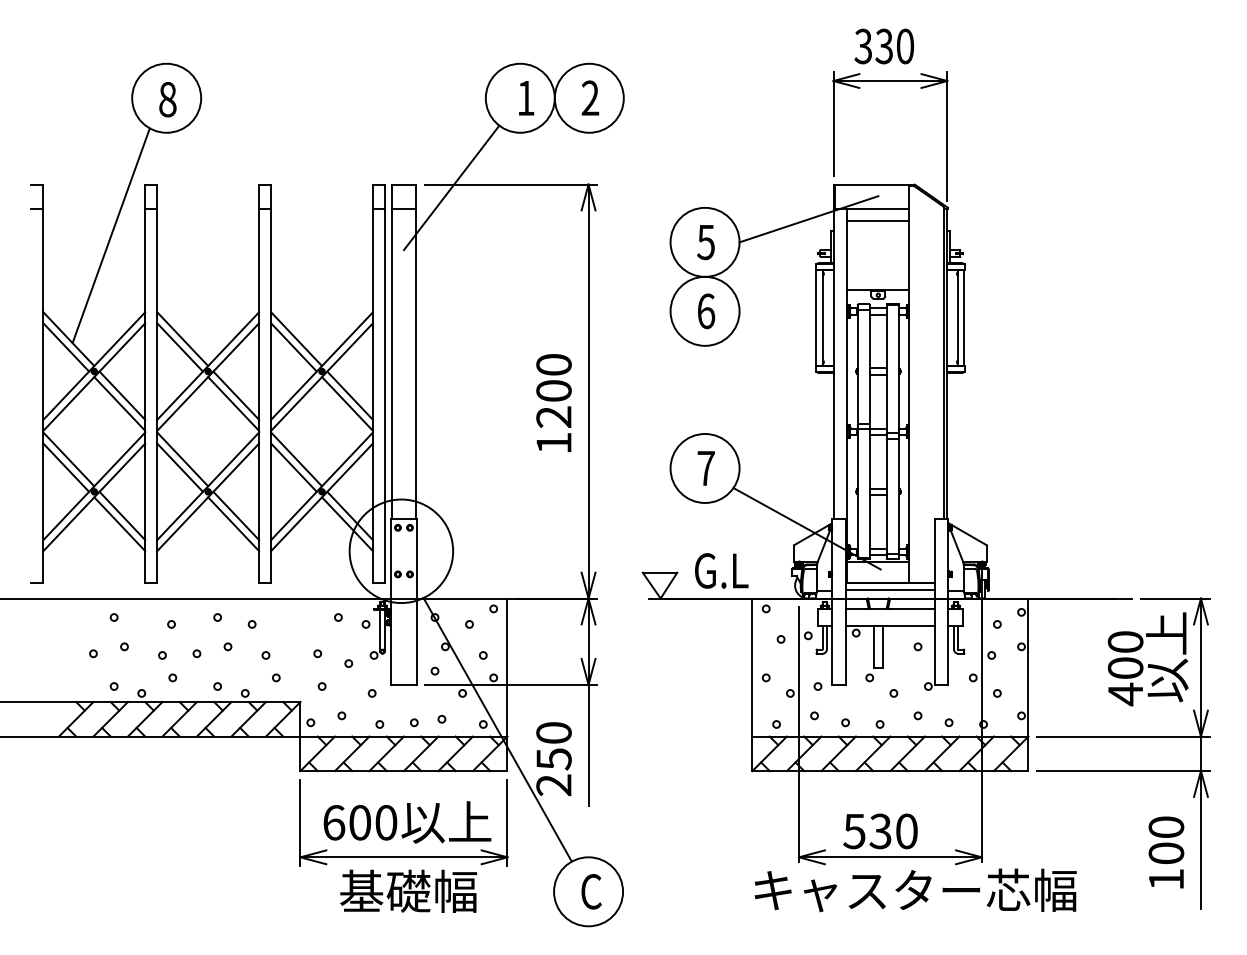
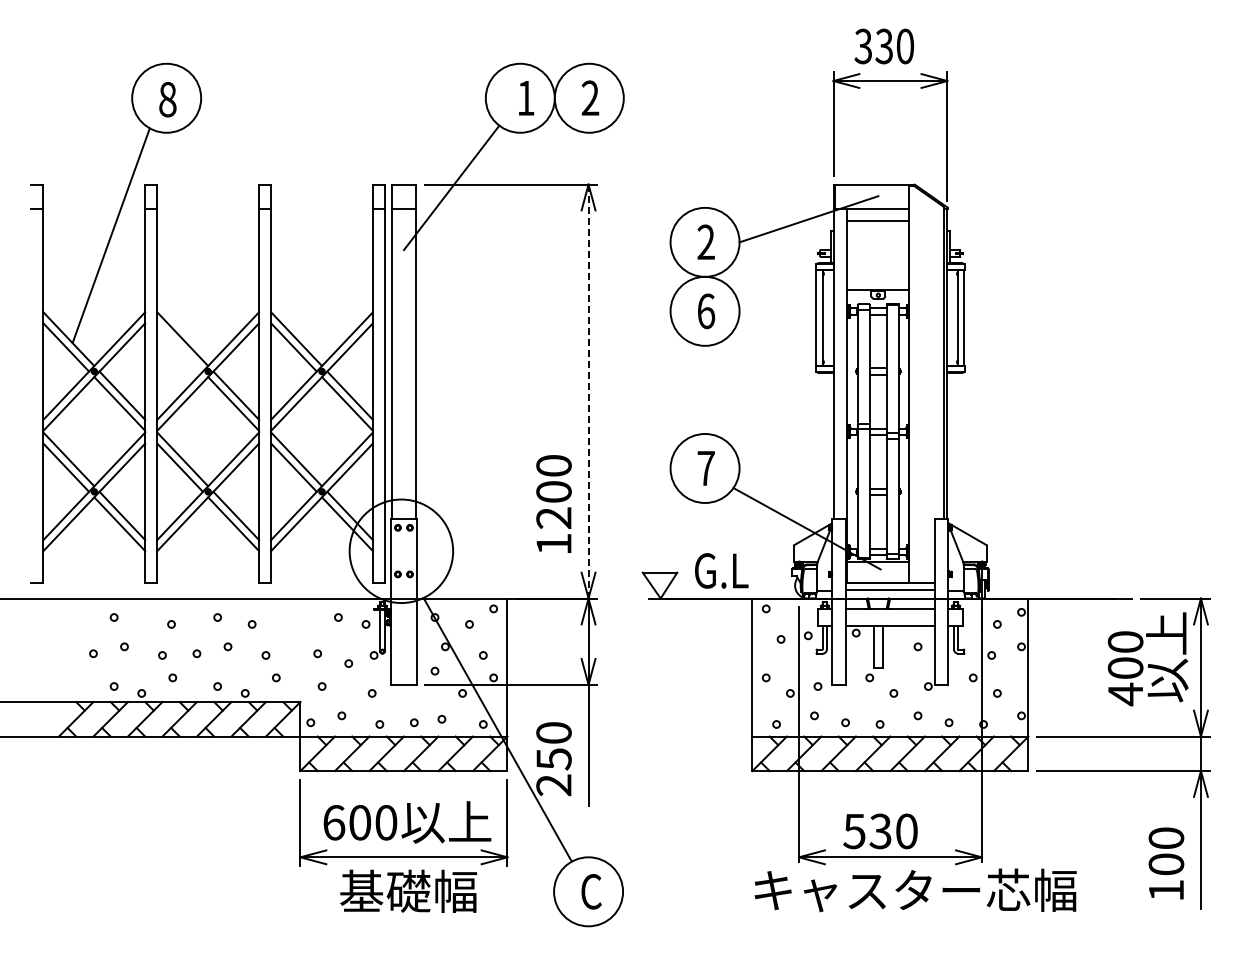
text at (705, 242): 5 -> 2
line at (179, 347): present -> none
line at (588, 392): solid -> dashed
text at (553, 402) position: (553, 402) -> (553, 503)
text at (1166, 852) position: (1166, 852) -> (1166, 863)
